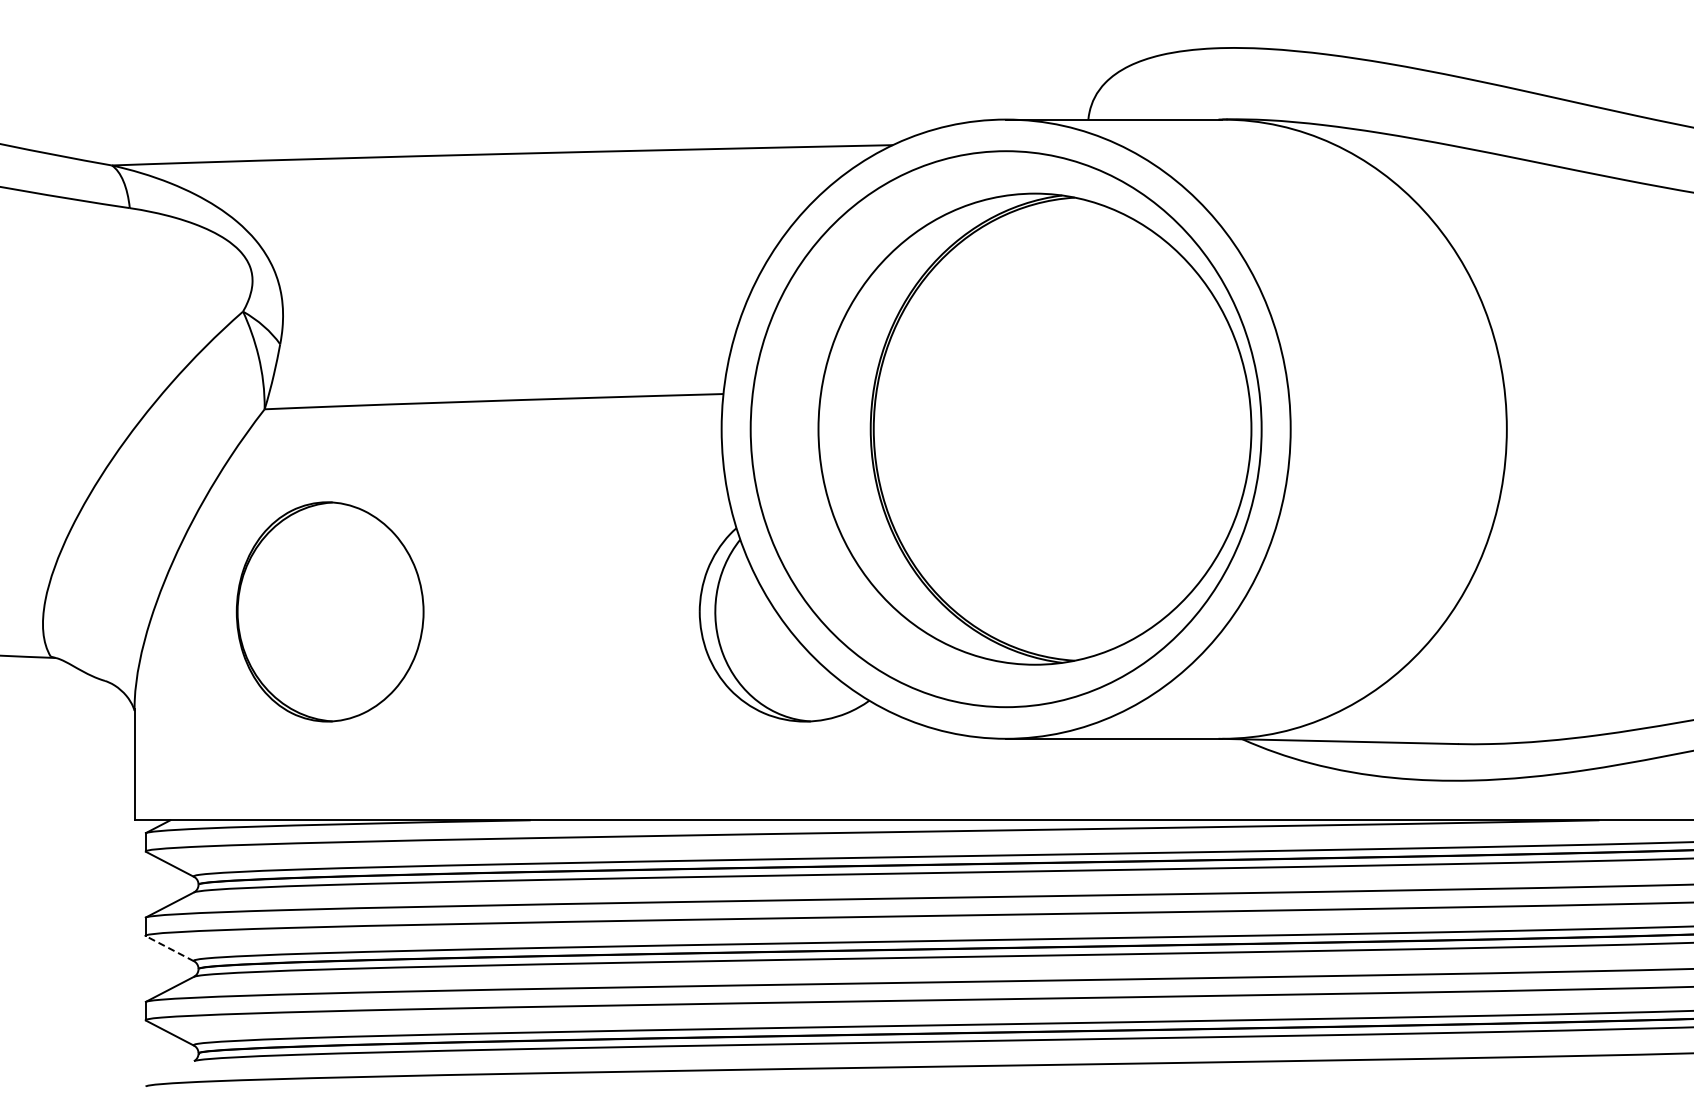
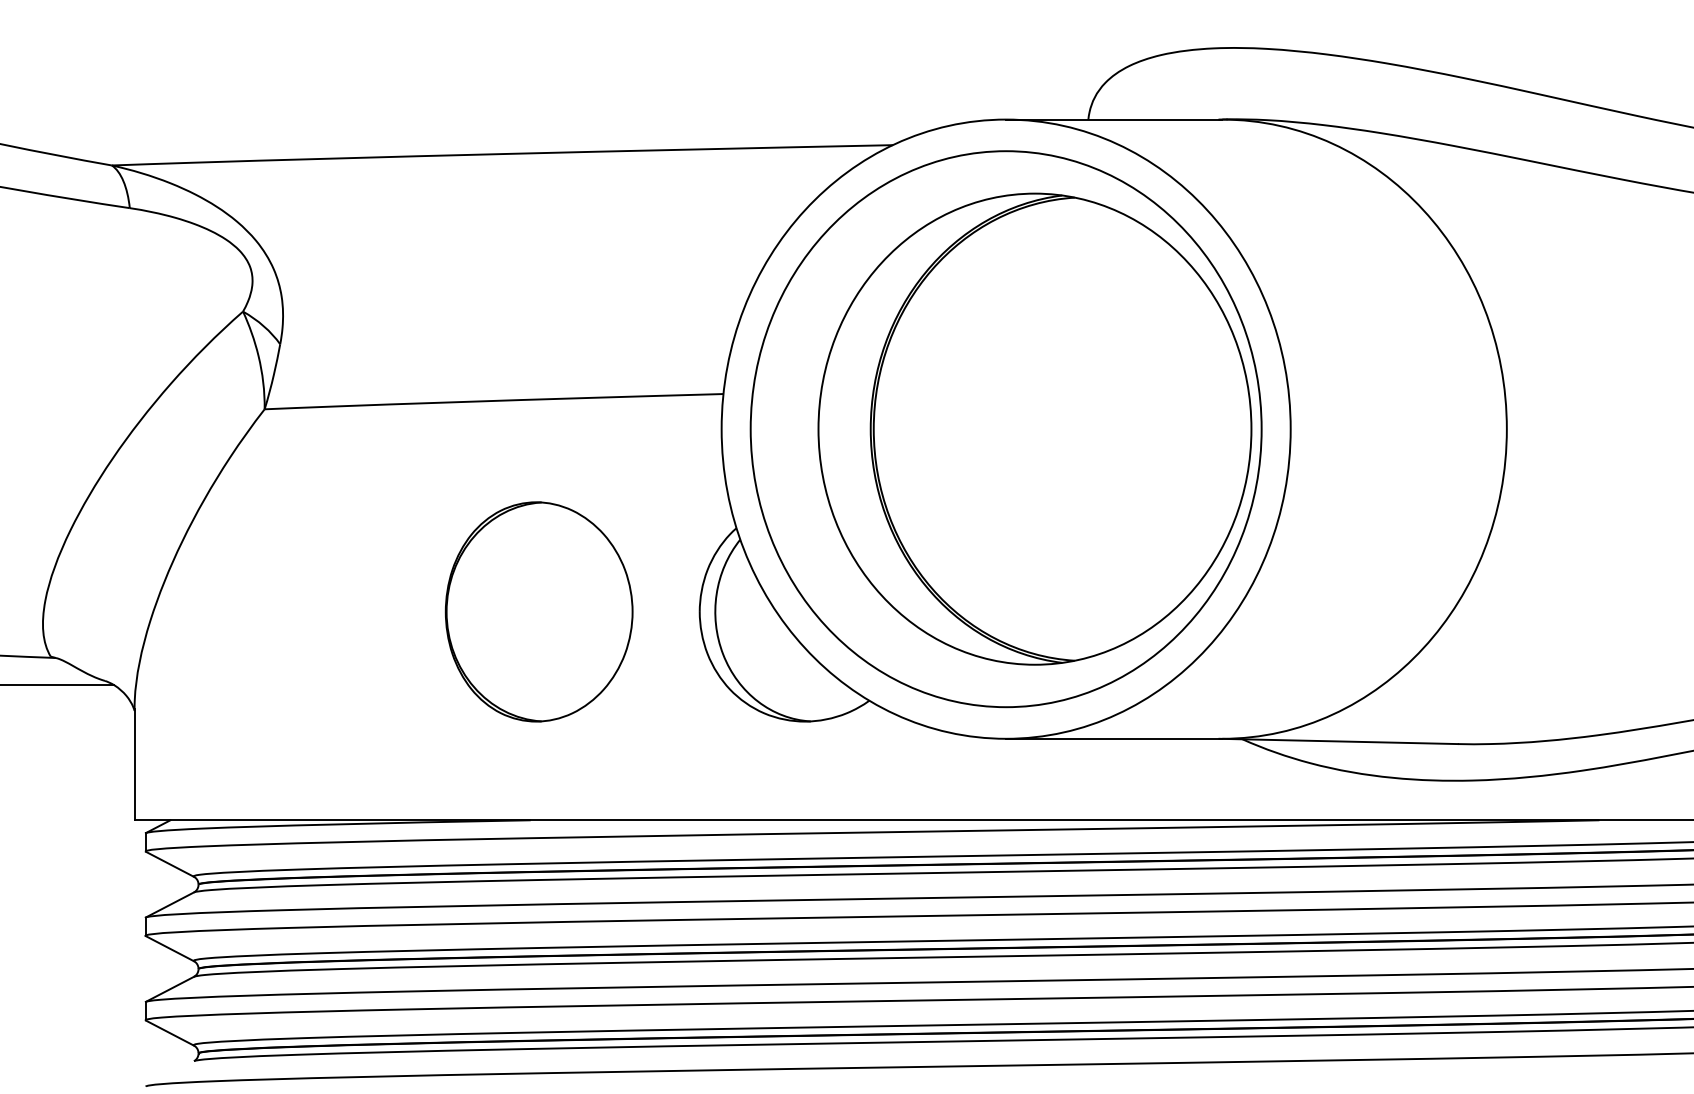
part at (329, 611) position: (329, 611) -> (538, 611)
line at (58, 685): none -> present
line at (169, 948): dashed -> solid
